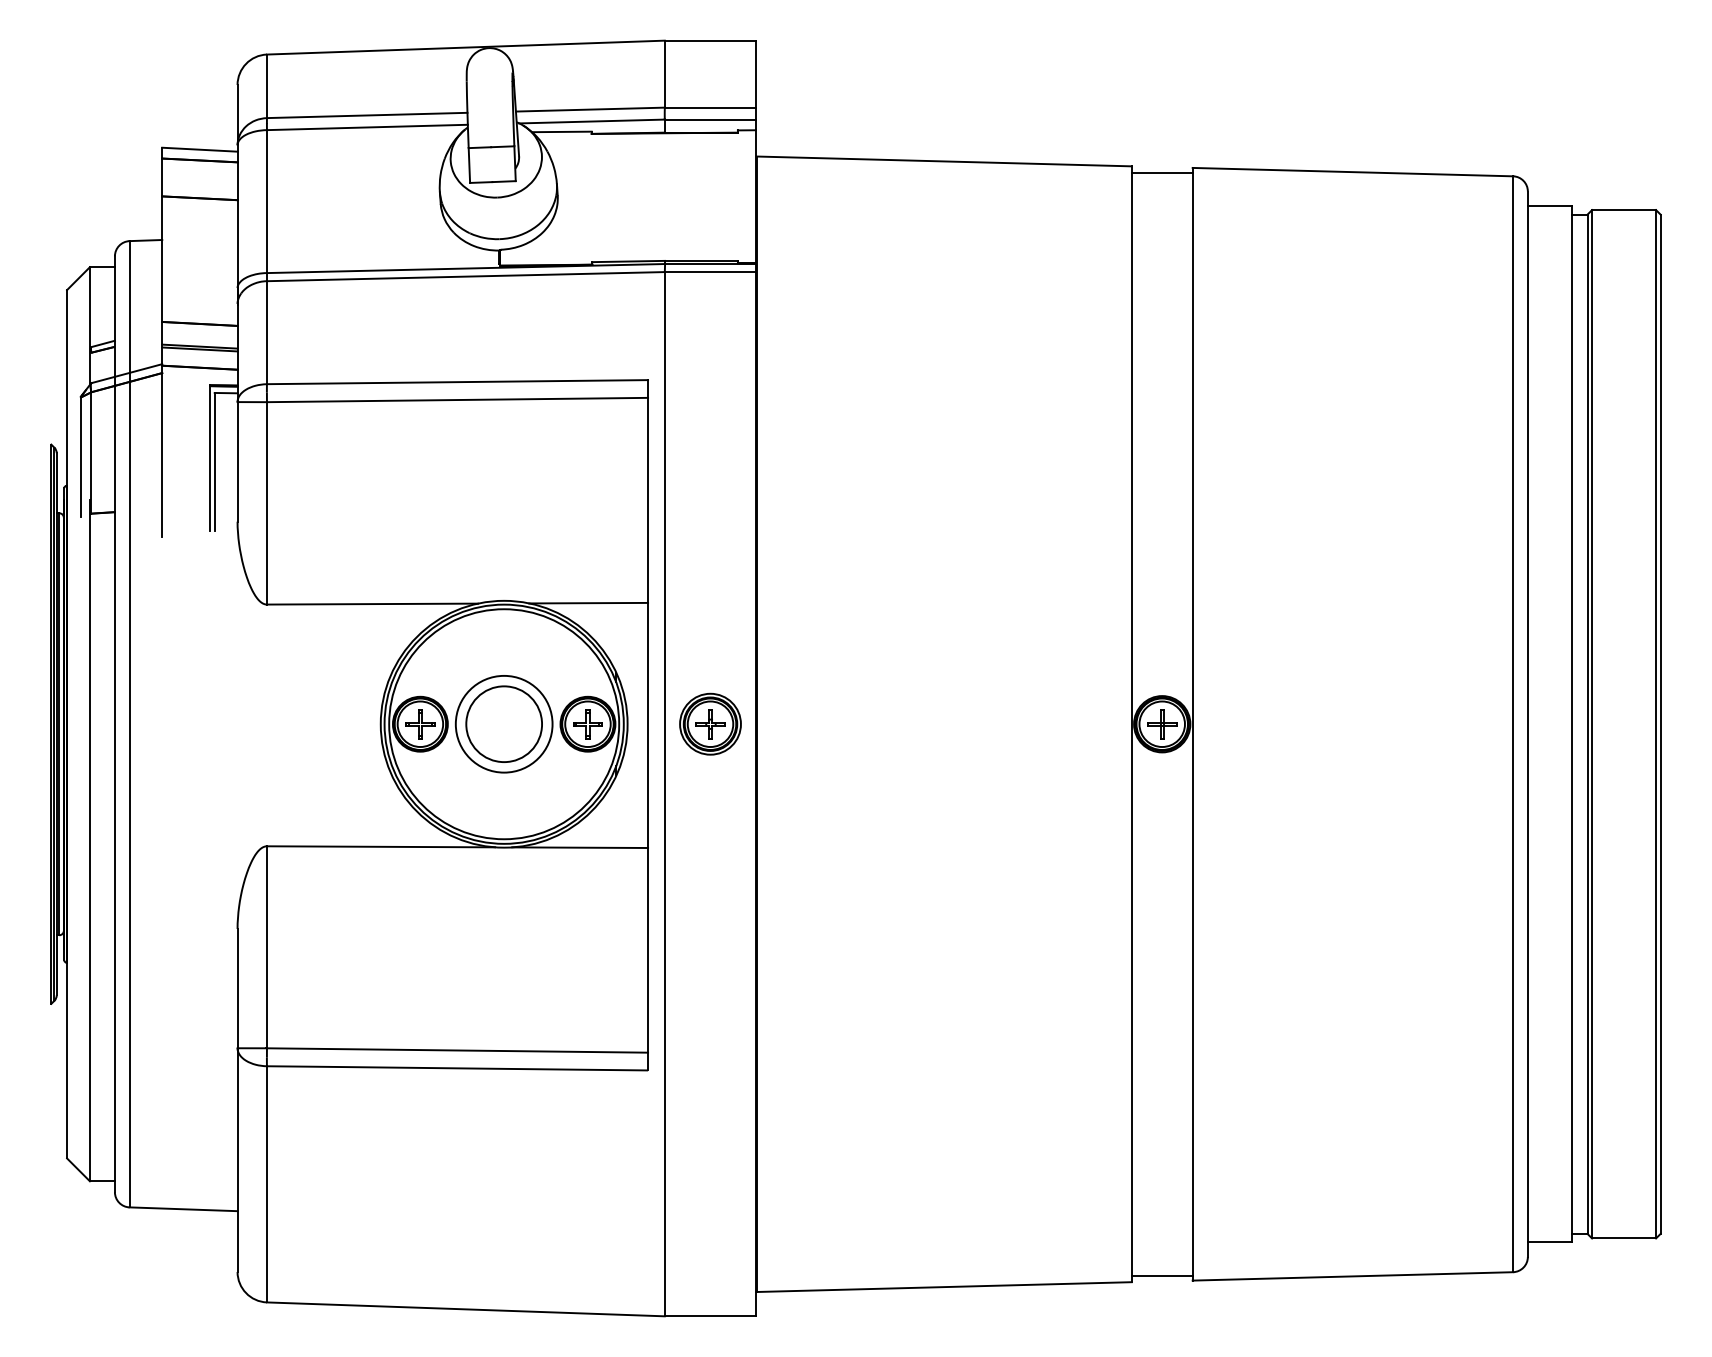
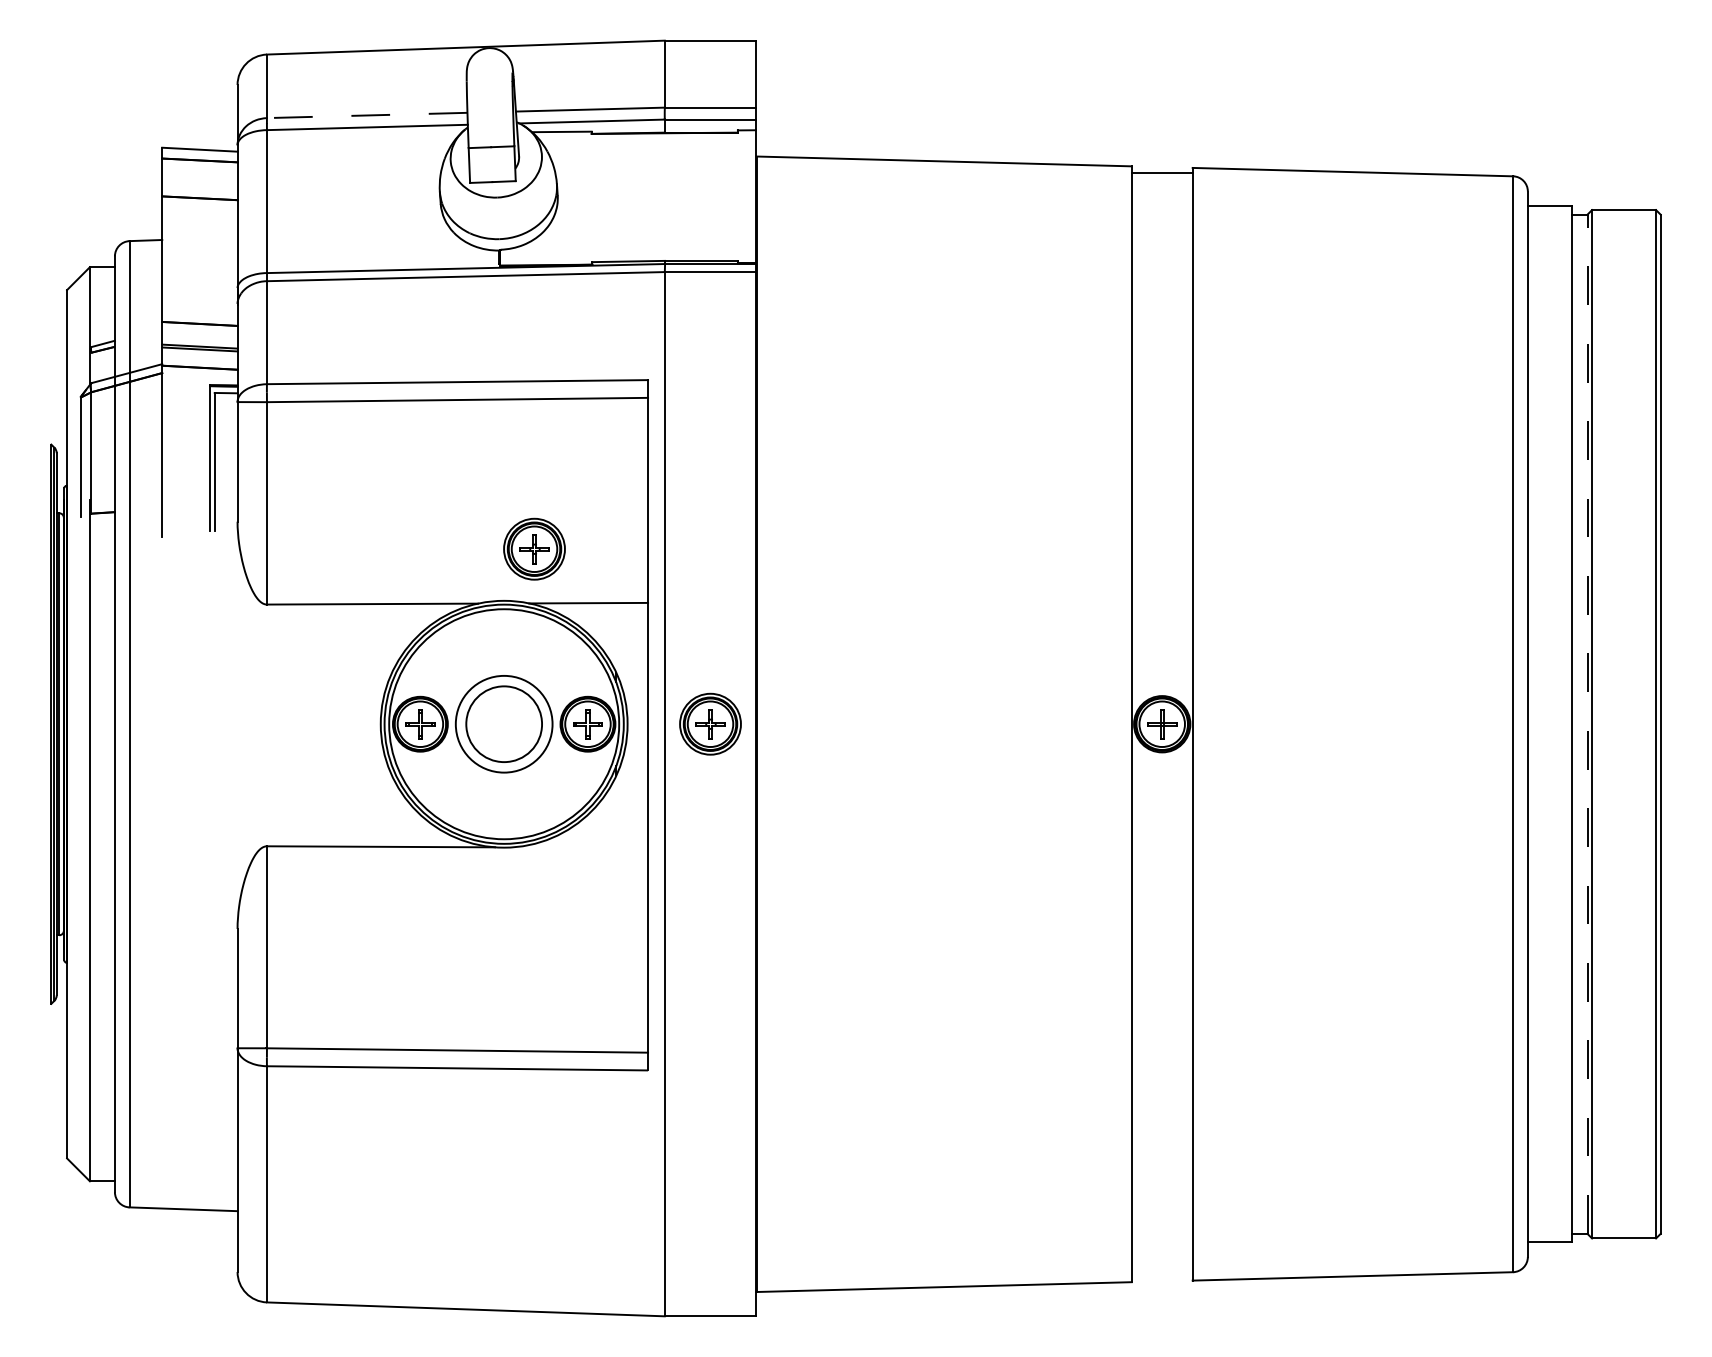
line at (366, 115): solid -> dashed
part at (534, 548): none -> present
line at (1587, 724): solid -> dashed
line at (580, 847): present -> none
line at (1161, 1275): present -> none
